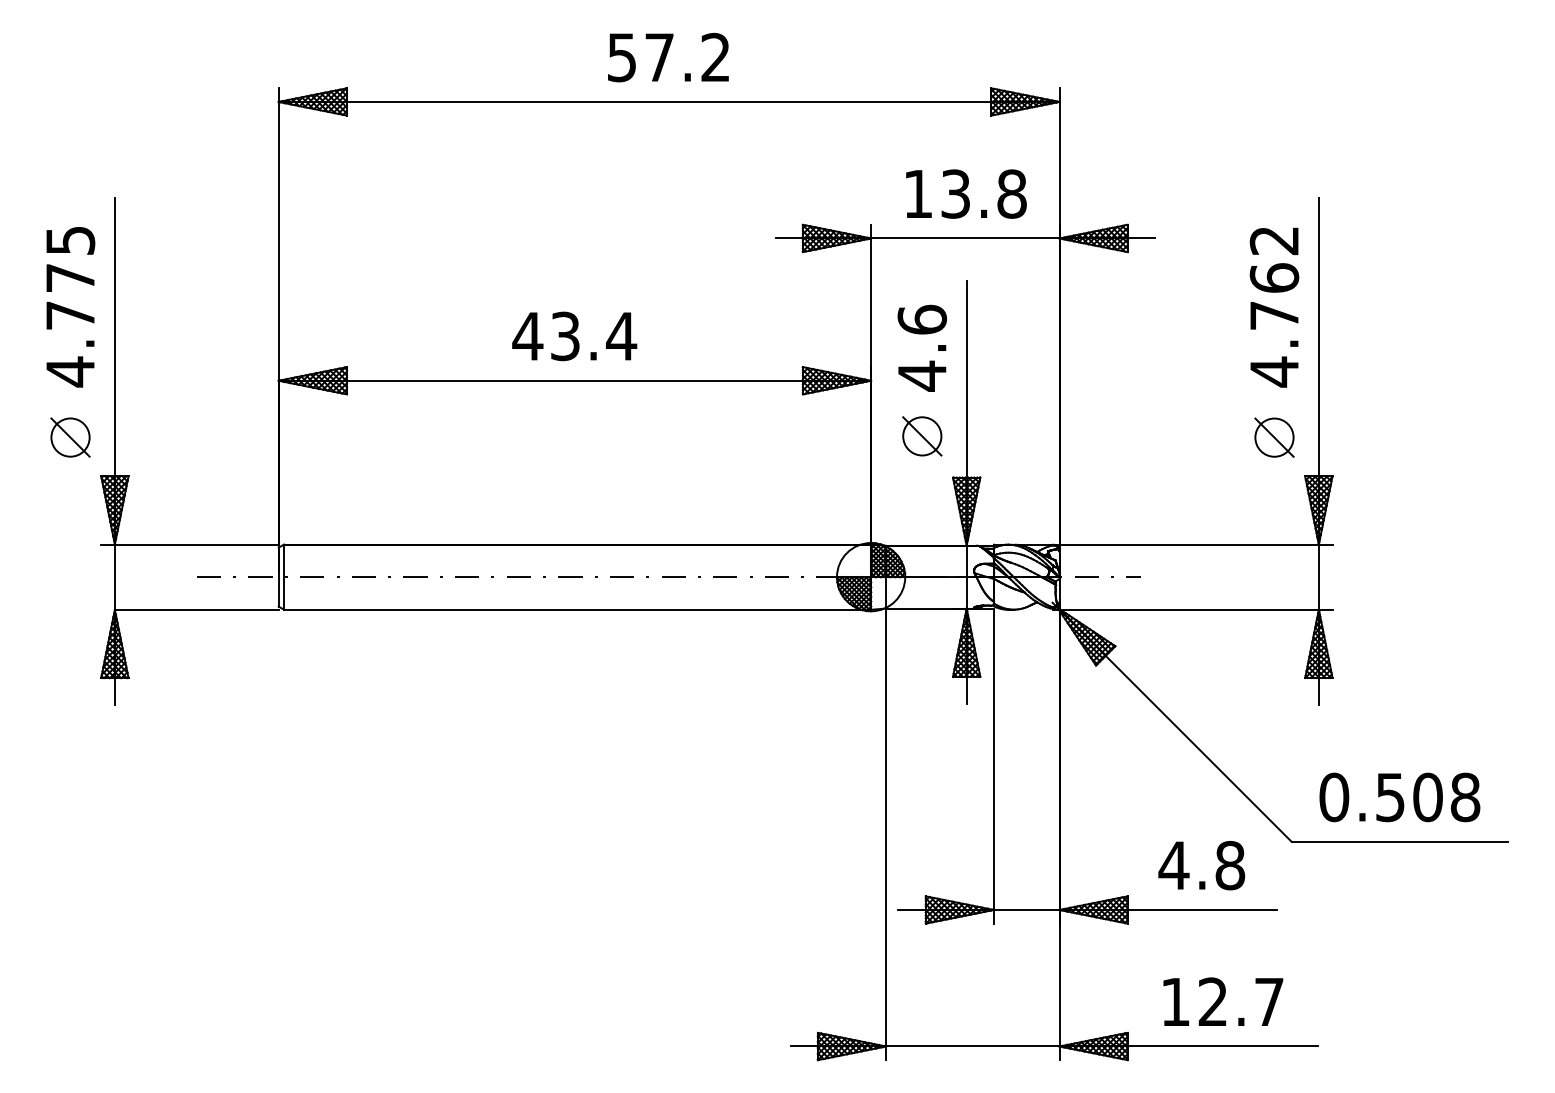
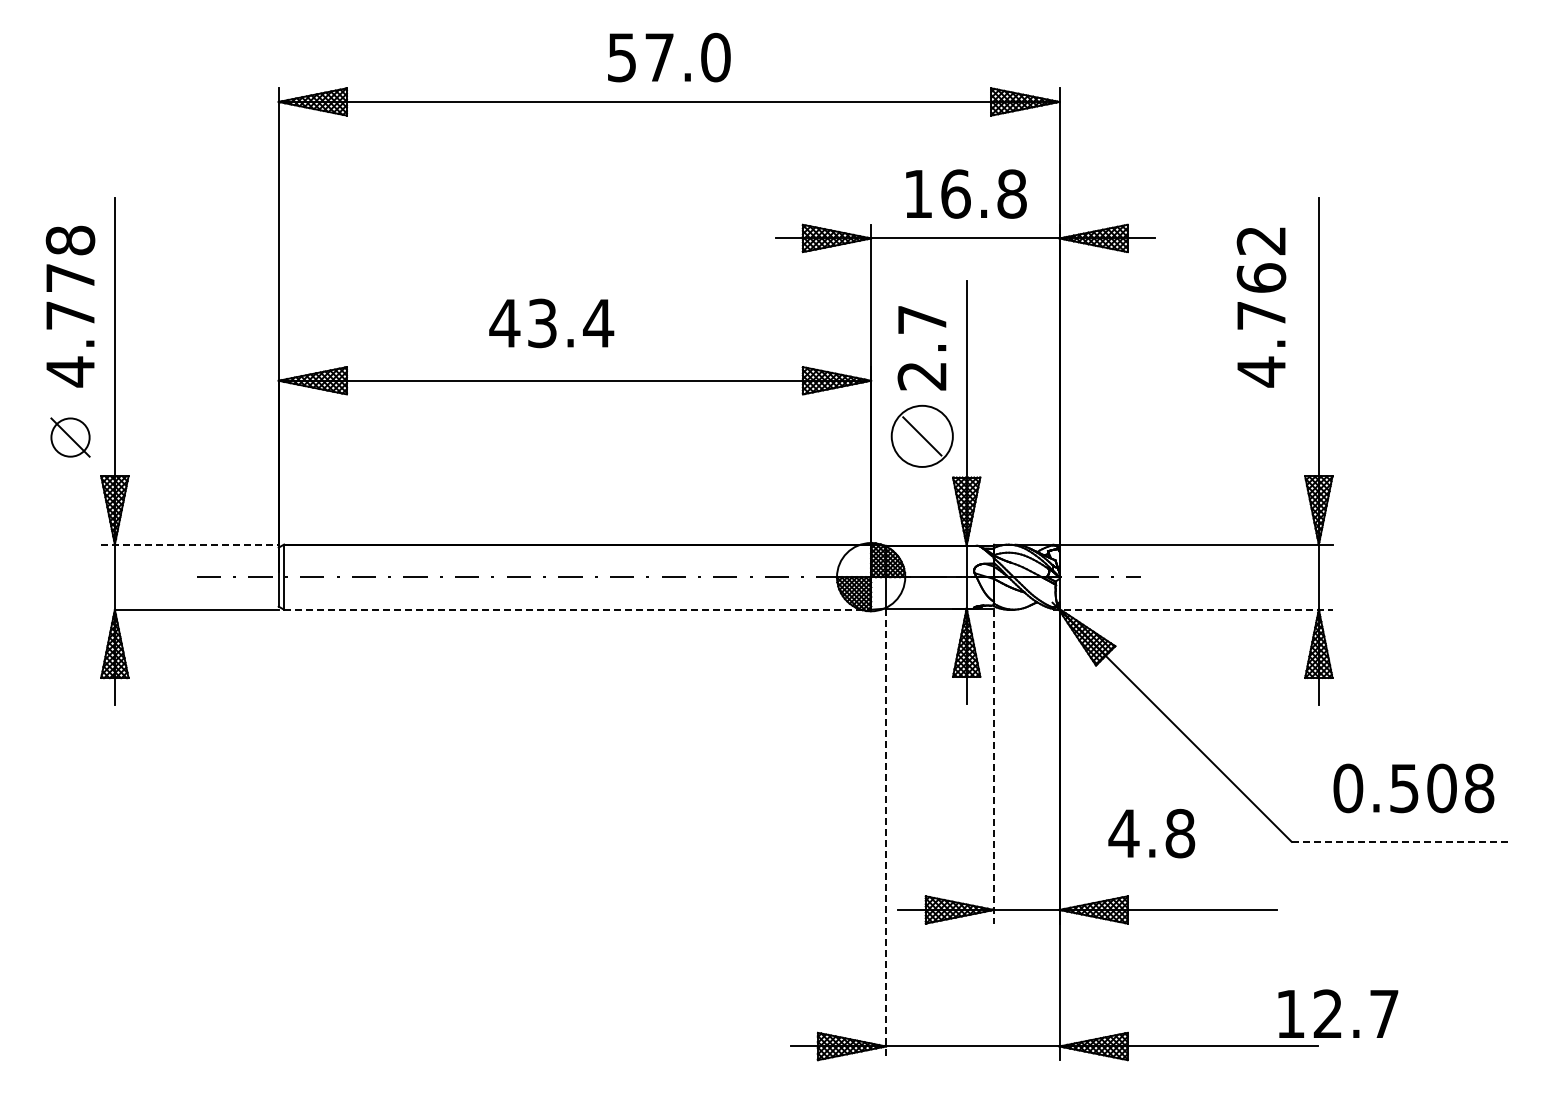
text at (715, 57): 57.2 -> 57.0
text at (955, 193): 13.8 -> 16.8
text at (70, 240): 4.775 -> 4.778
text at (1274, 307) position: (1274, 307) -> (1261, 307)
text at (574, 336) position: (574, 336) -> (551, 323)
text at (922, 347): 4.6 -> 2.7
circle at (922, 436) diameter: 38 px -> 61 px
part at (1274, 437): present -> none
line at (189, 544): solid -> dashed
line at (577, 609): solid -> dashed
line at (1192, 609): solid -> dashed
line at (993, 766): solid -> dashed
text at (1399, 797) position: (1399, 797) -> (1413, 788)
line at (886, 834): solid -> dashed
line at (1400, 841): solid -> dashed
text at (1201, 865) position: (1201, 865) -> (1151, 833)
text at (1223, 1001) position: (1223, 1001) -> (1338, 1013)
